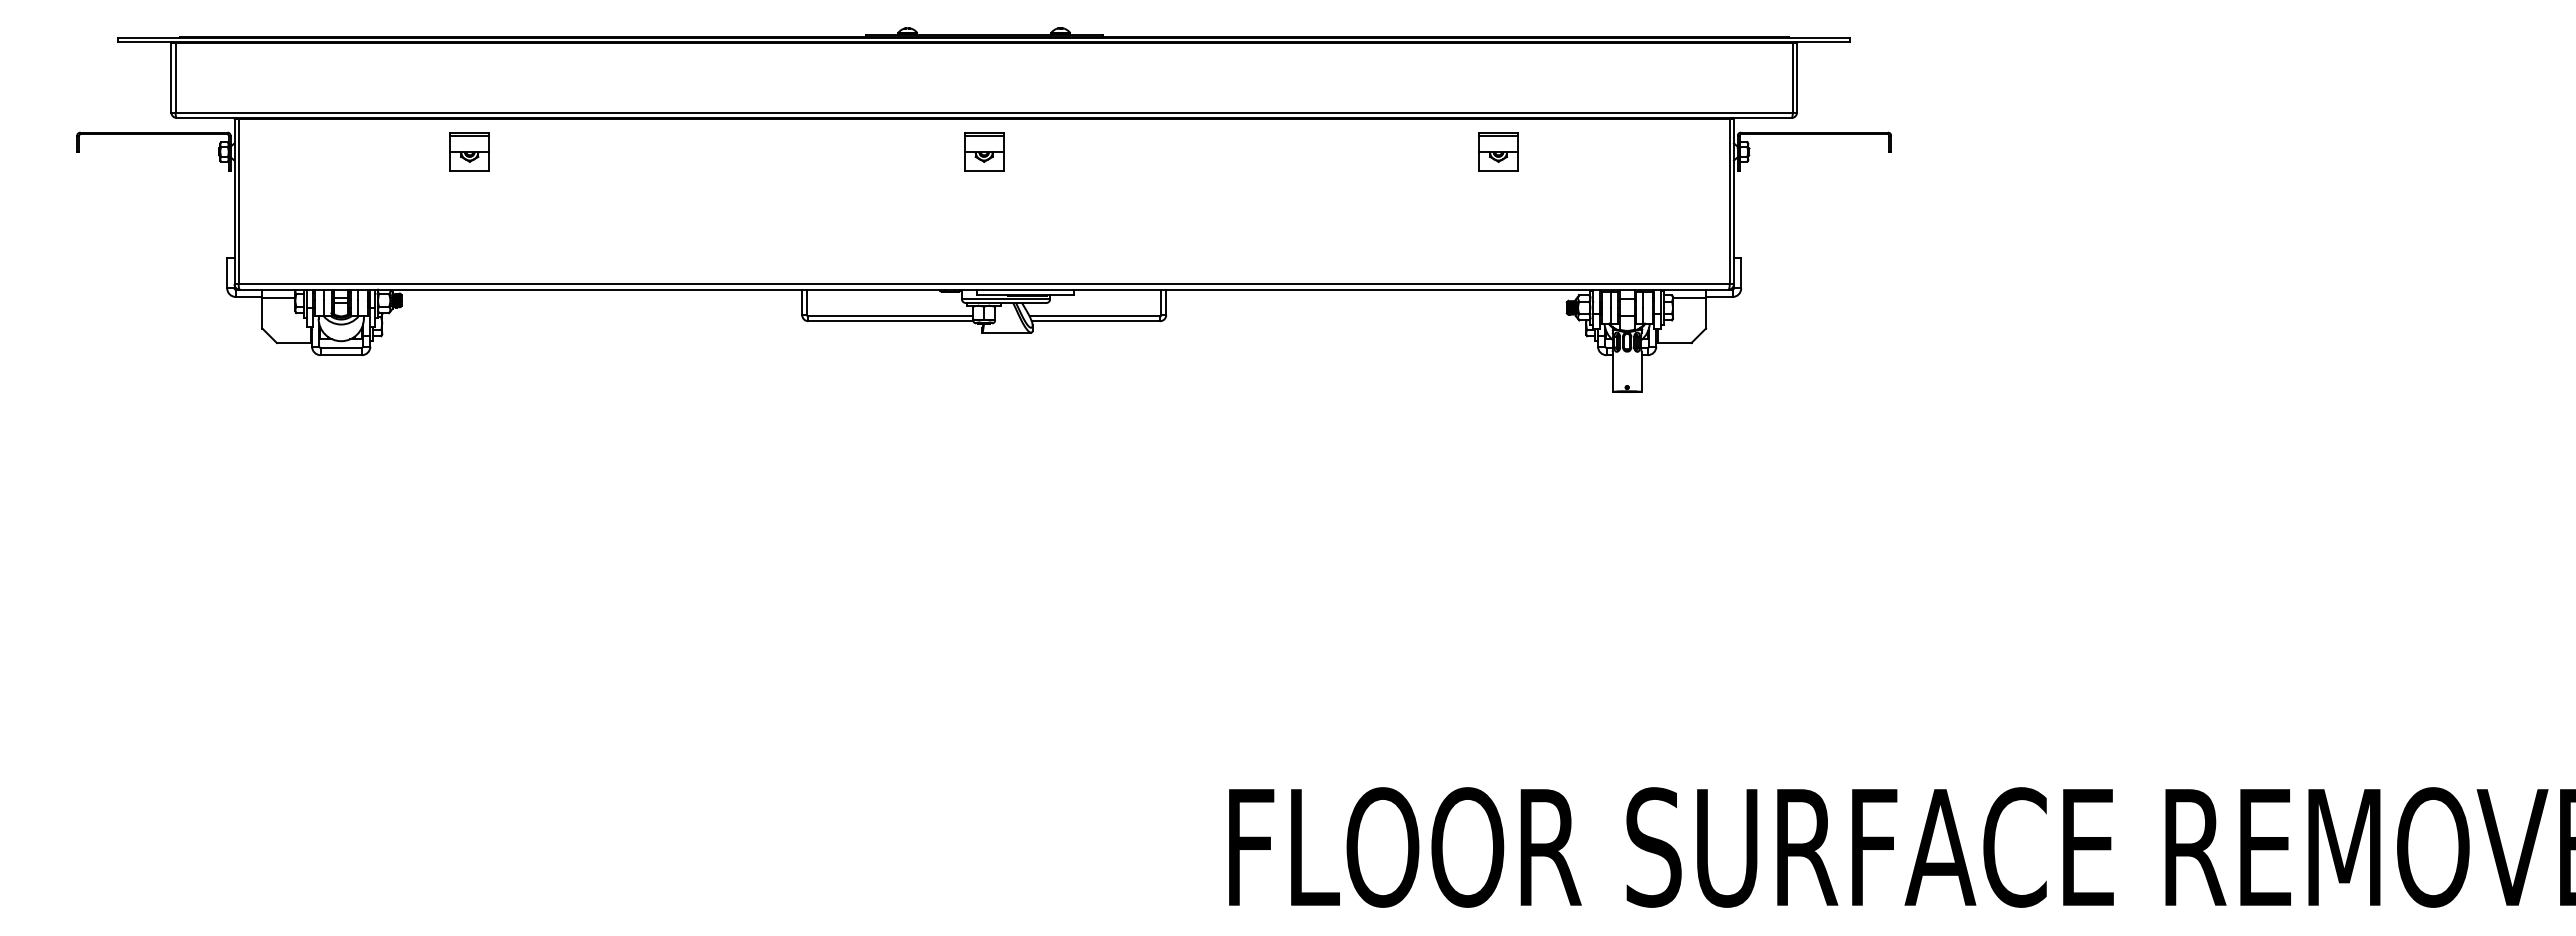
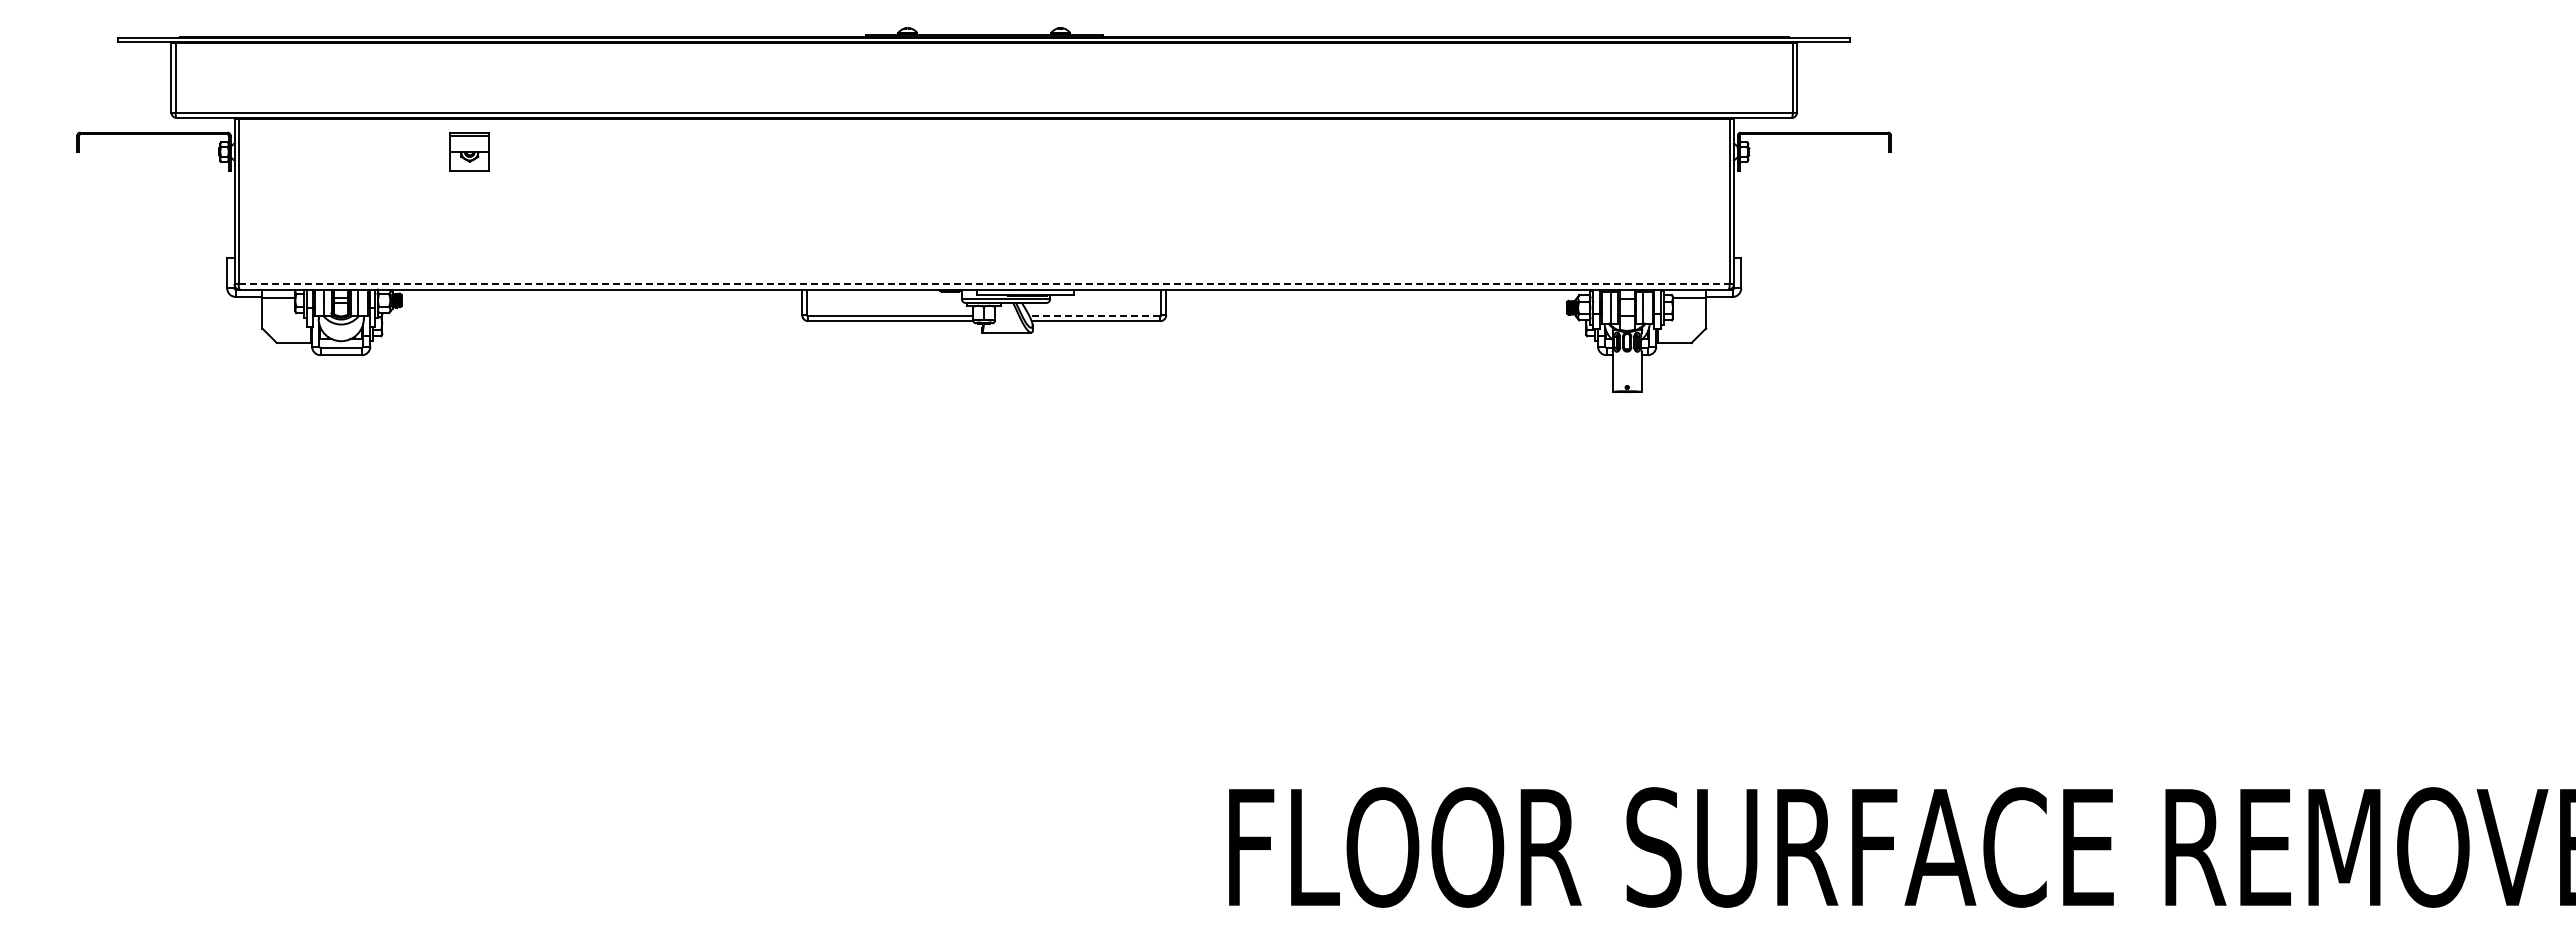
part at (984, 151): present -> none
part at (1498, 151): present -> none
line at (984, 284): solid -> dashed
line at (1094, 316): solid -> dashed
